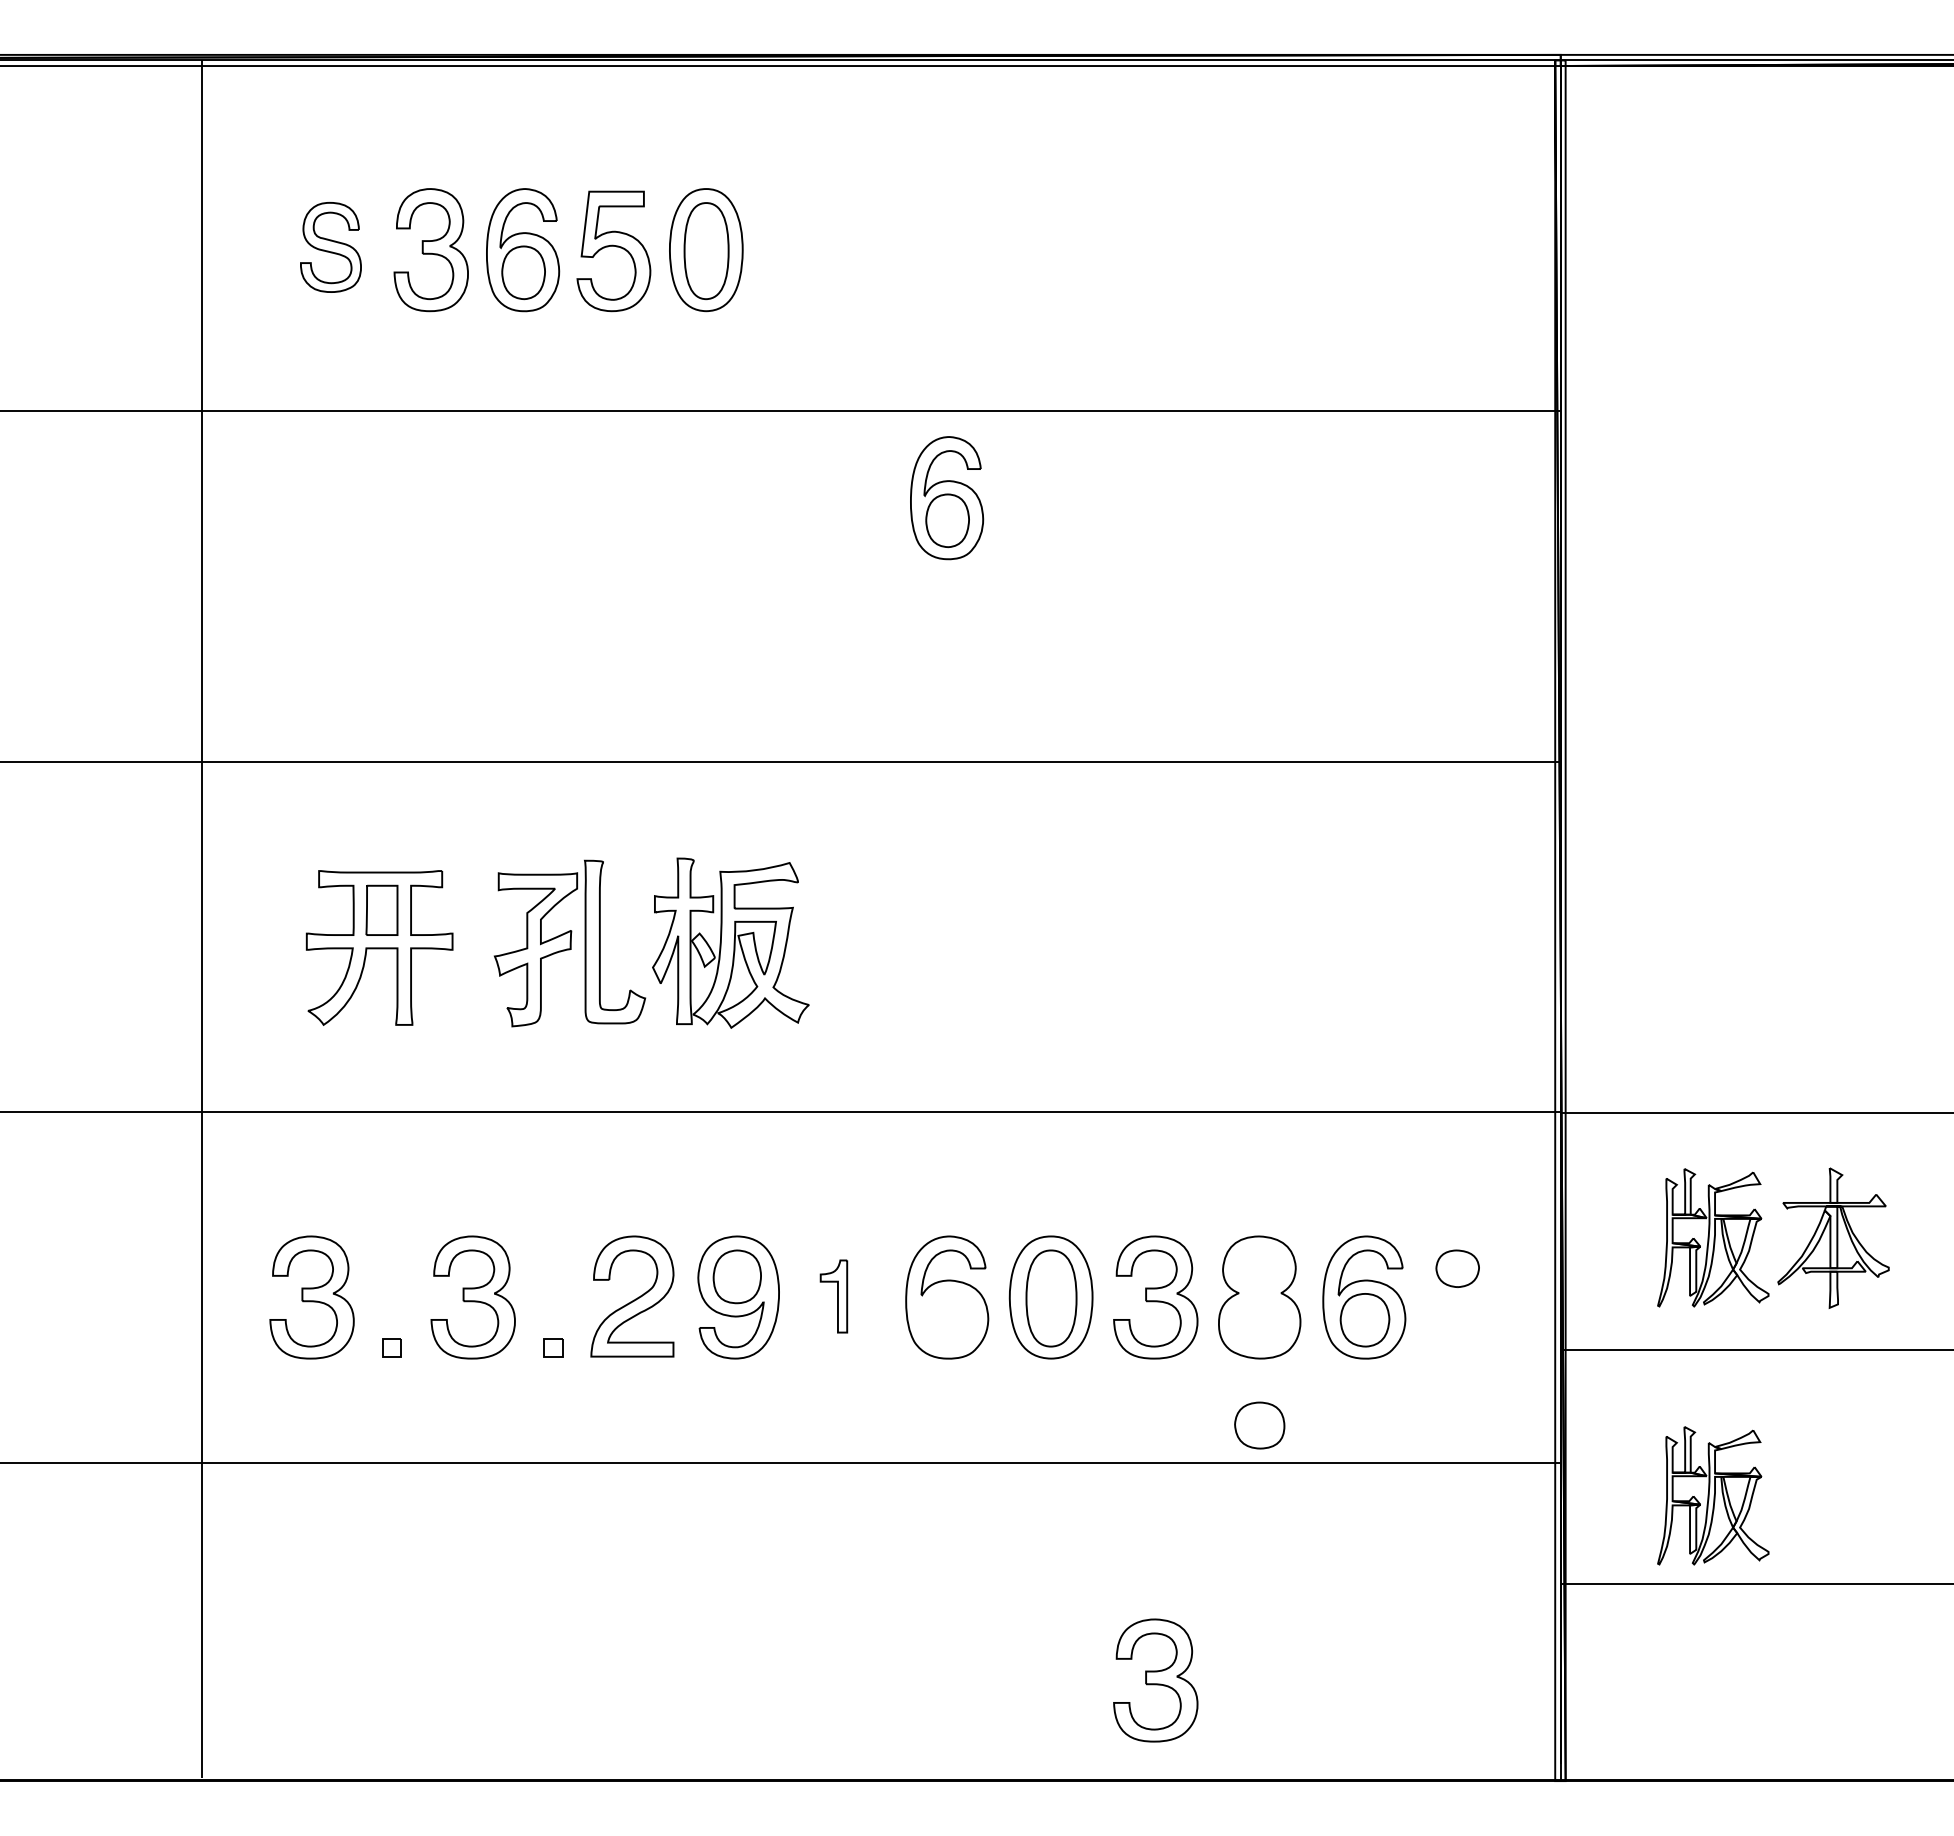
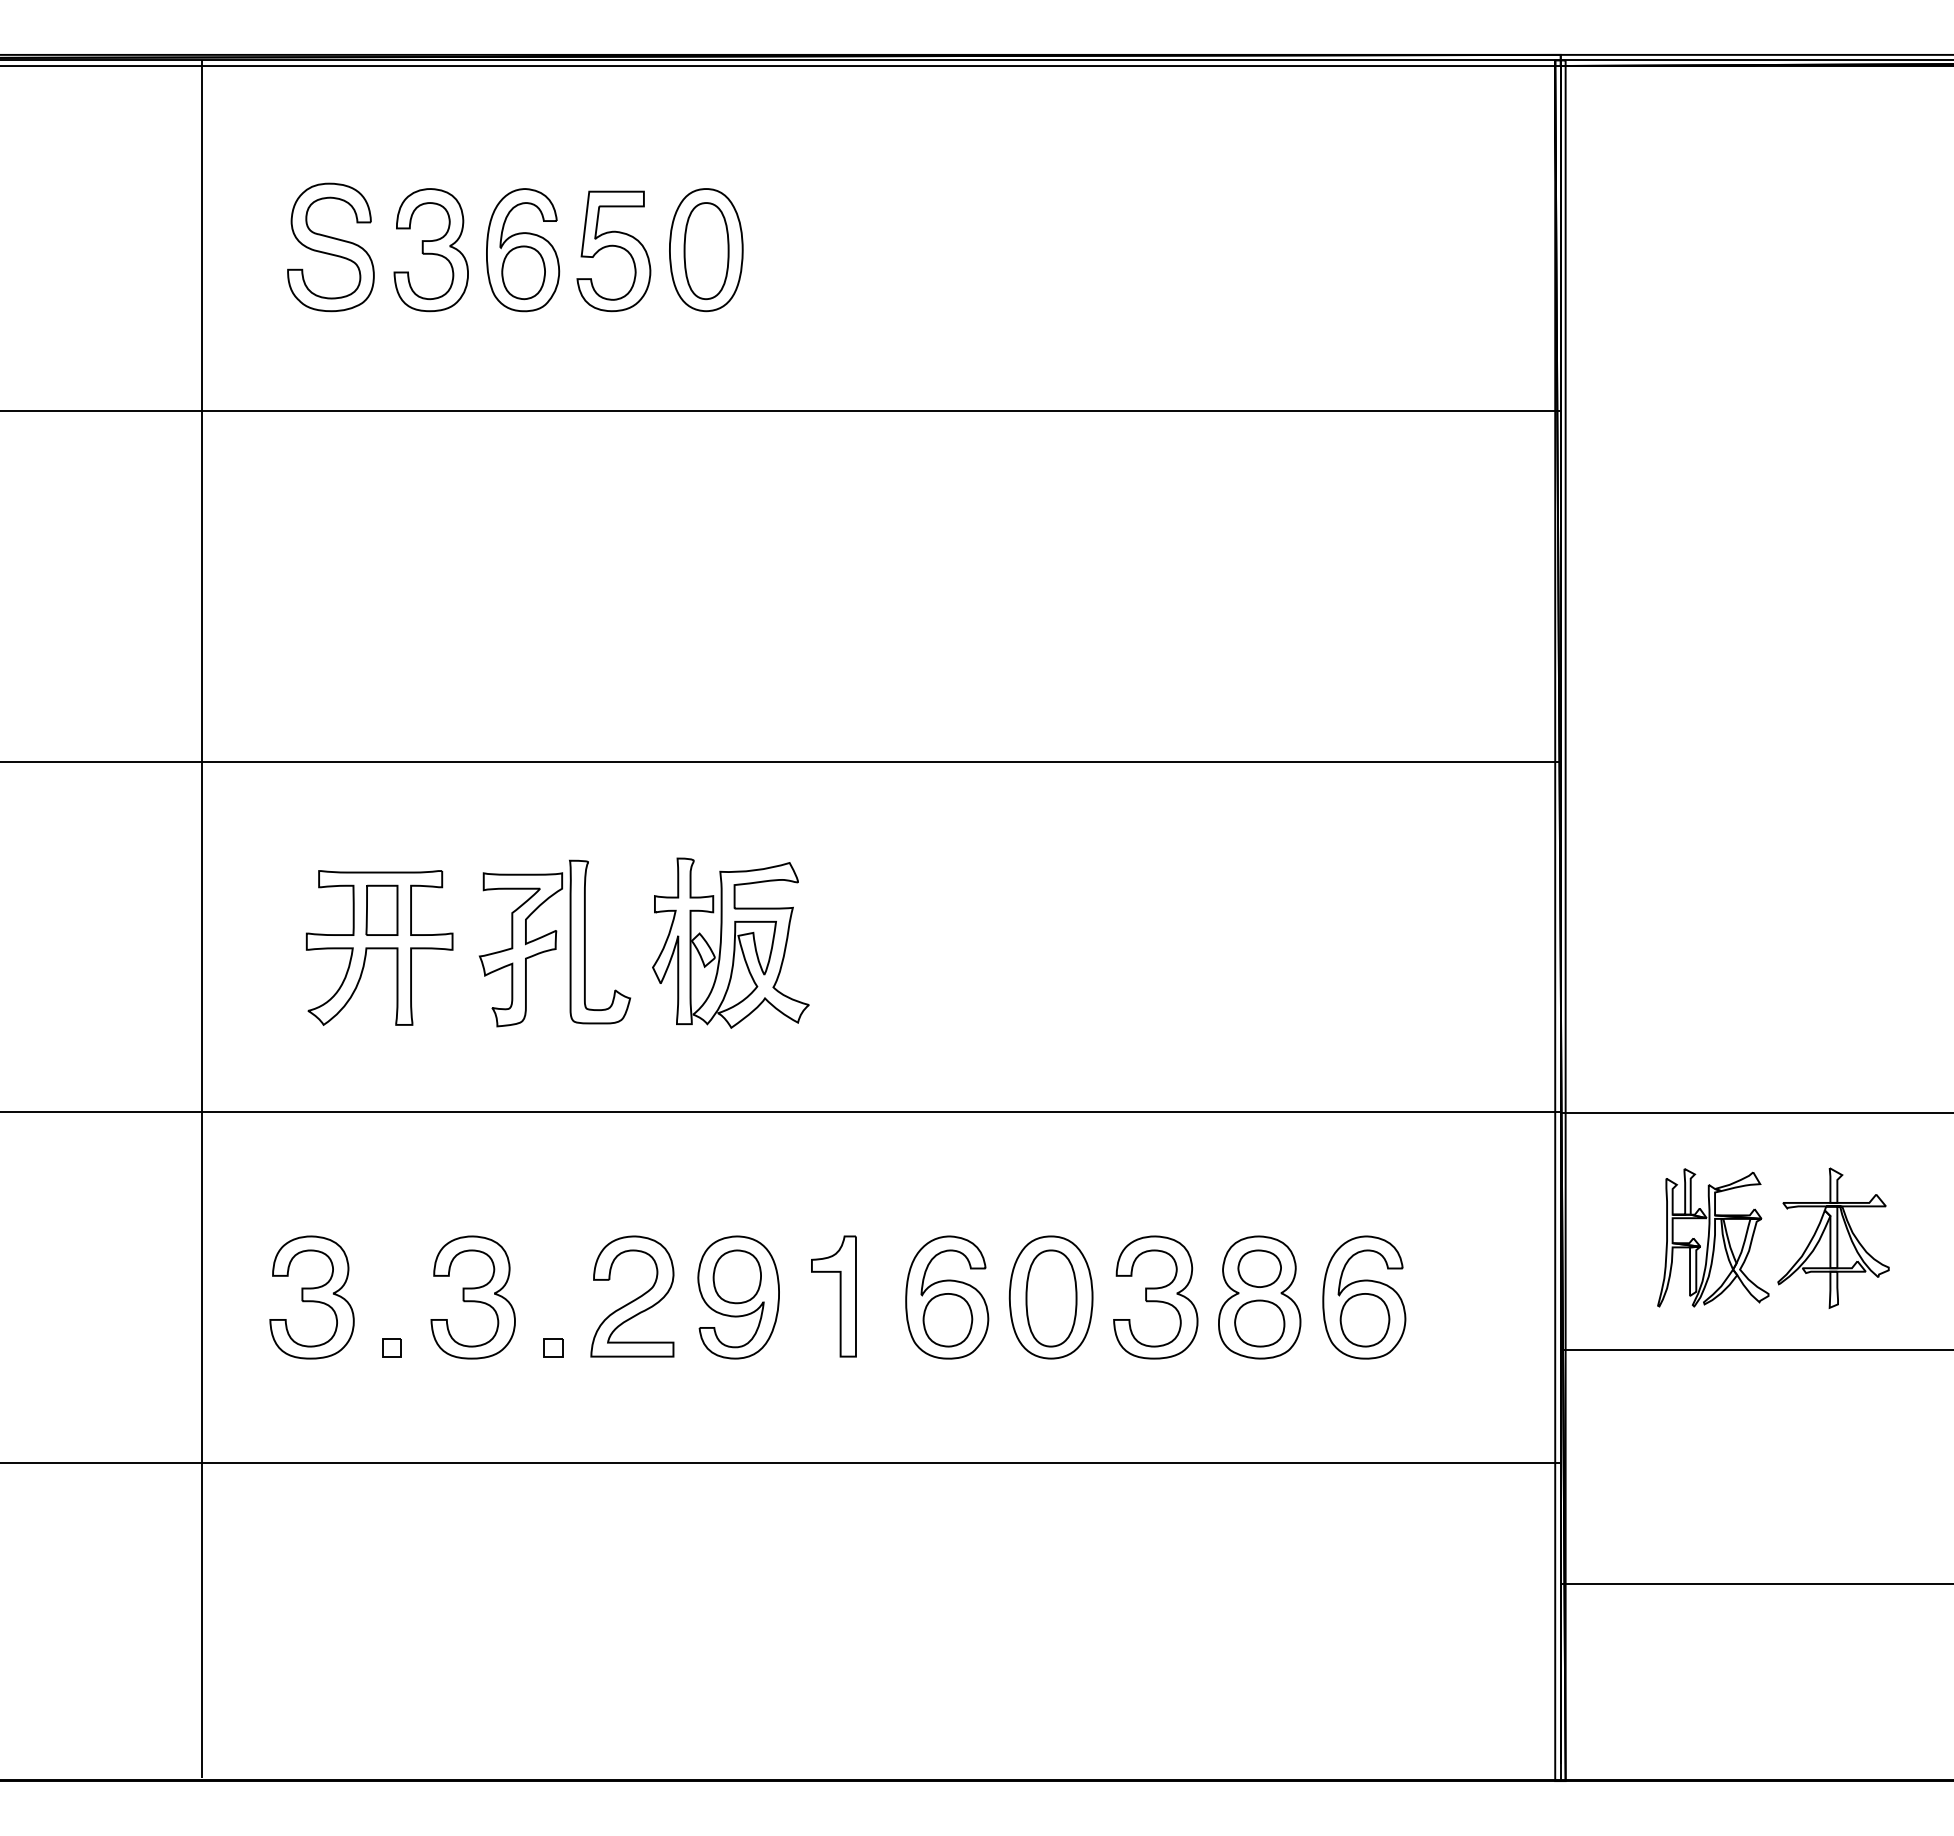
part at (330, 247) size: 62x91 px -> 88x131 px
part at (947, 498): present -> none
part at (569, 943) position: (569, 943) -> (554, 943)
part at (1457, 1268) position: (1457, 1268) -> (1259, 1268)
part at (833, 1296) size: 30x75 px -> 46x123 px
part at (947, 1320): none -> present
part at (1259, 1425) position: (1259, 1425) -> (1259, 1323)
part at (1713, 1495): present -> none
part at (1155, 1680): present -> none
